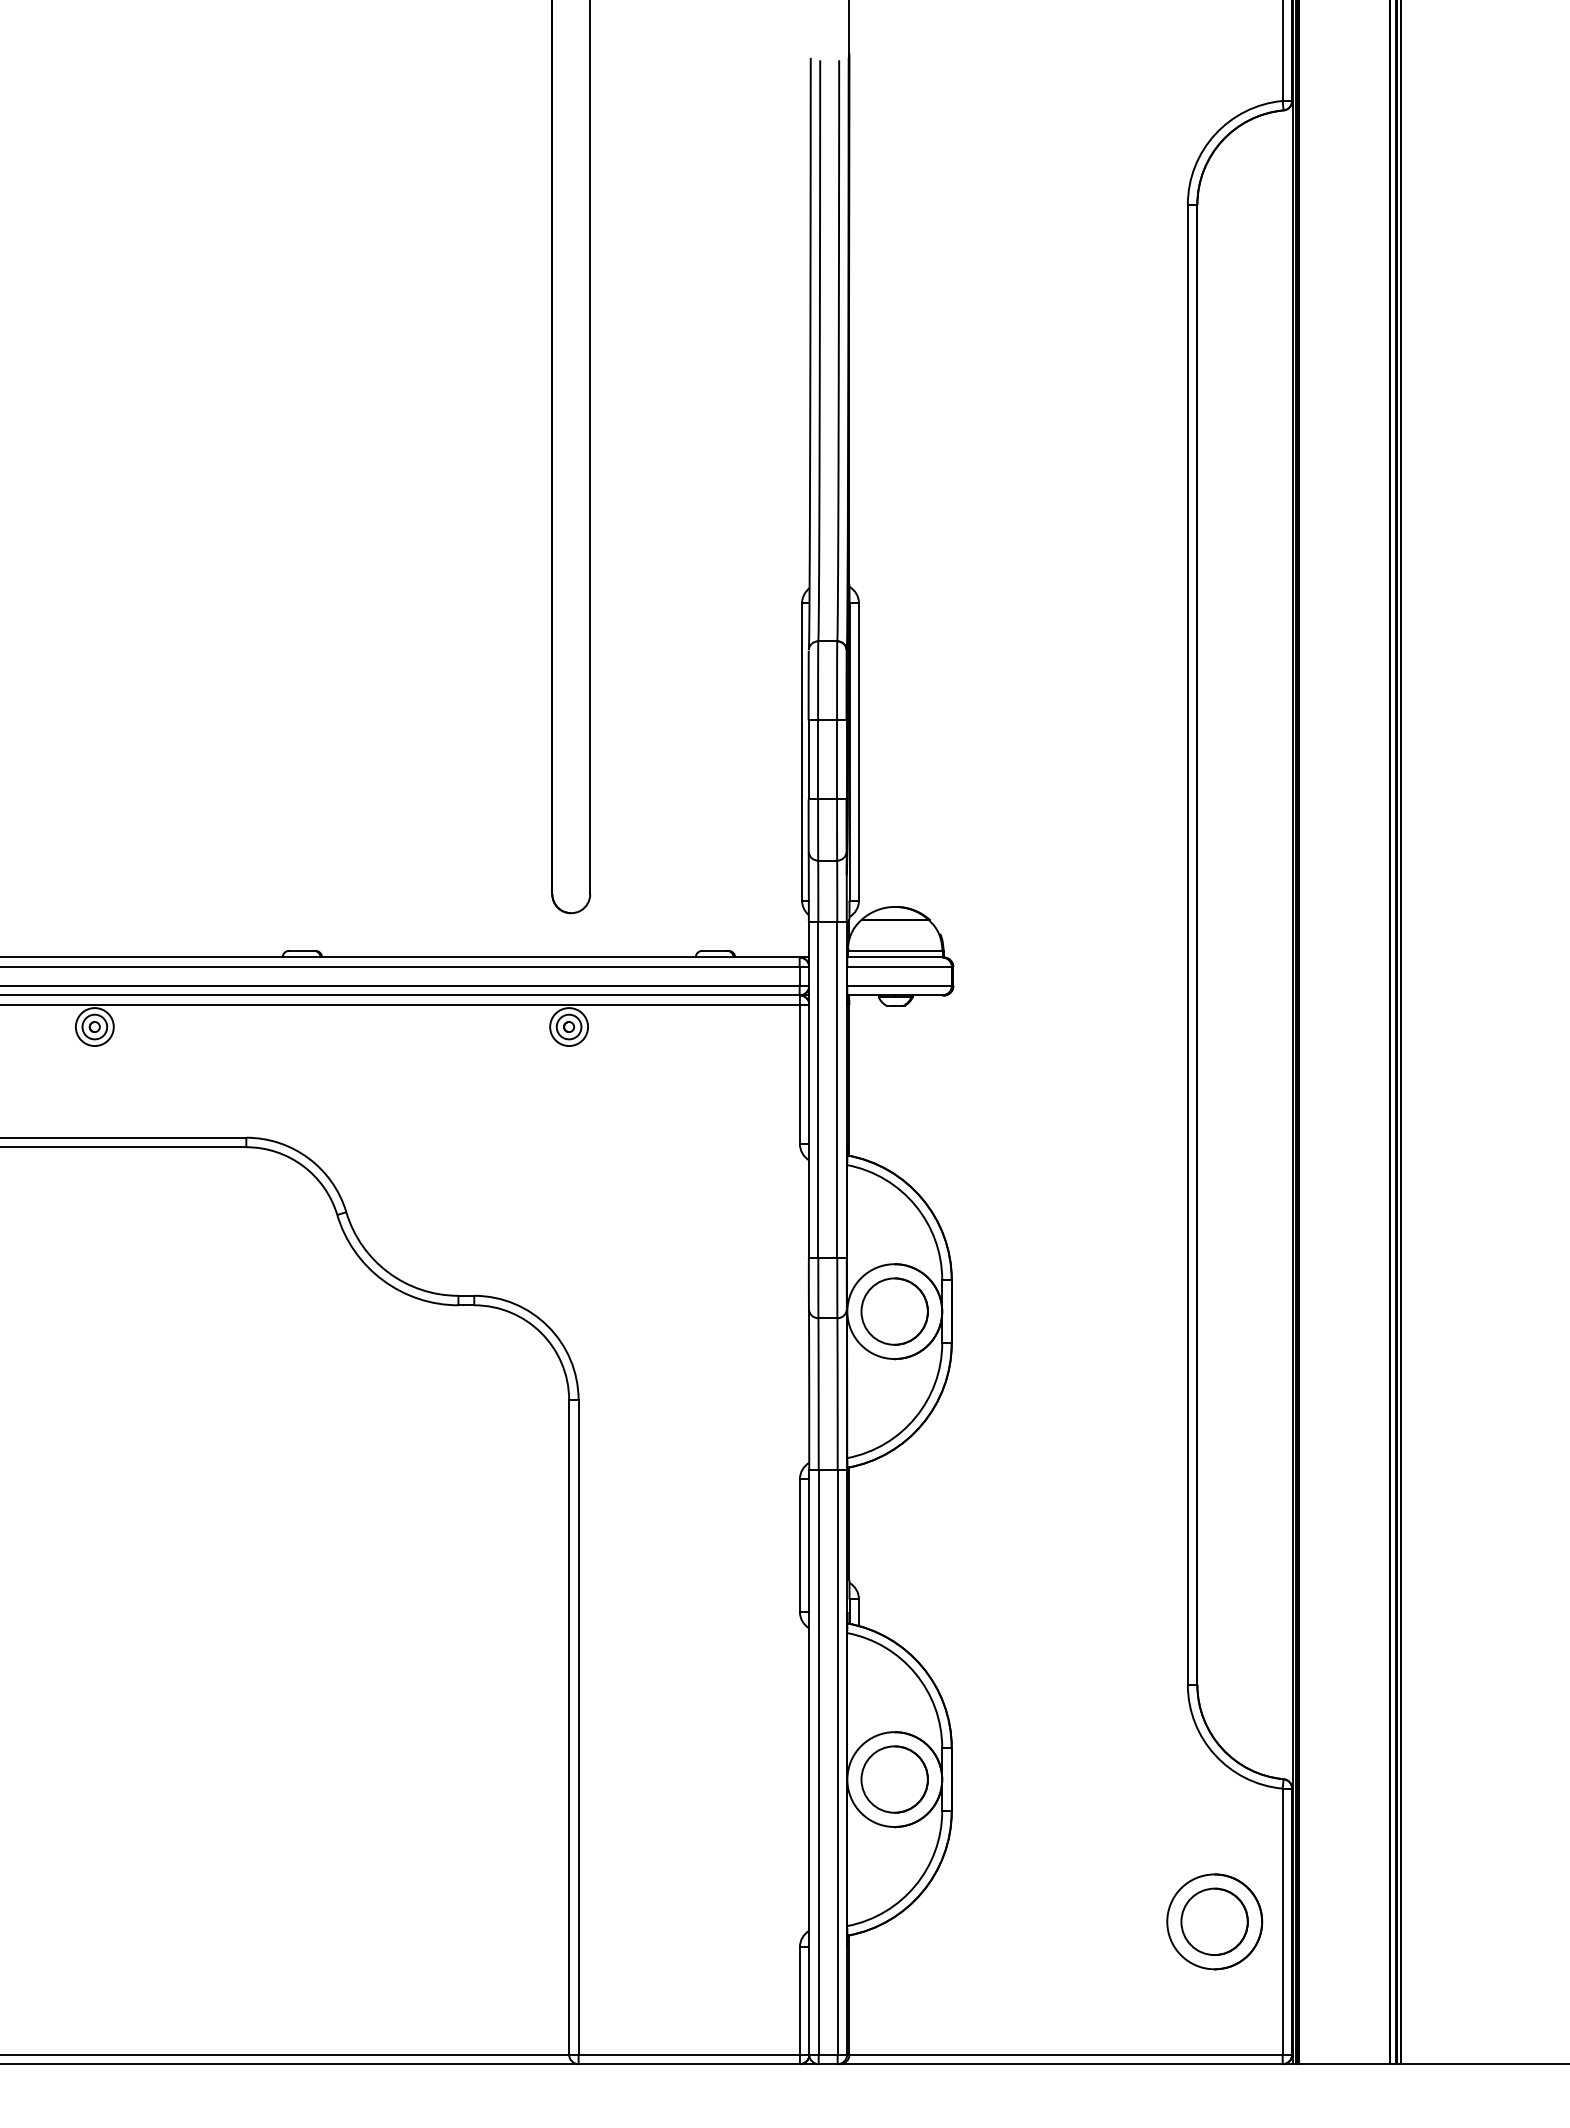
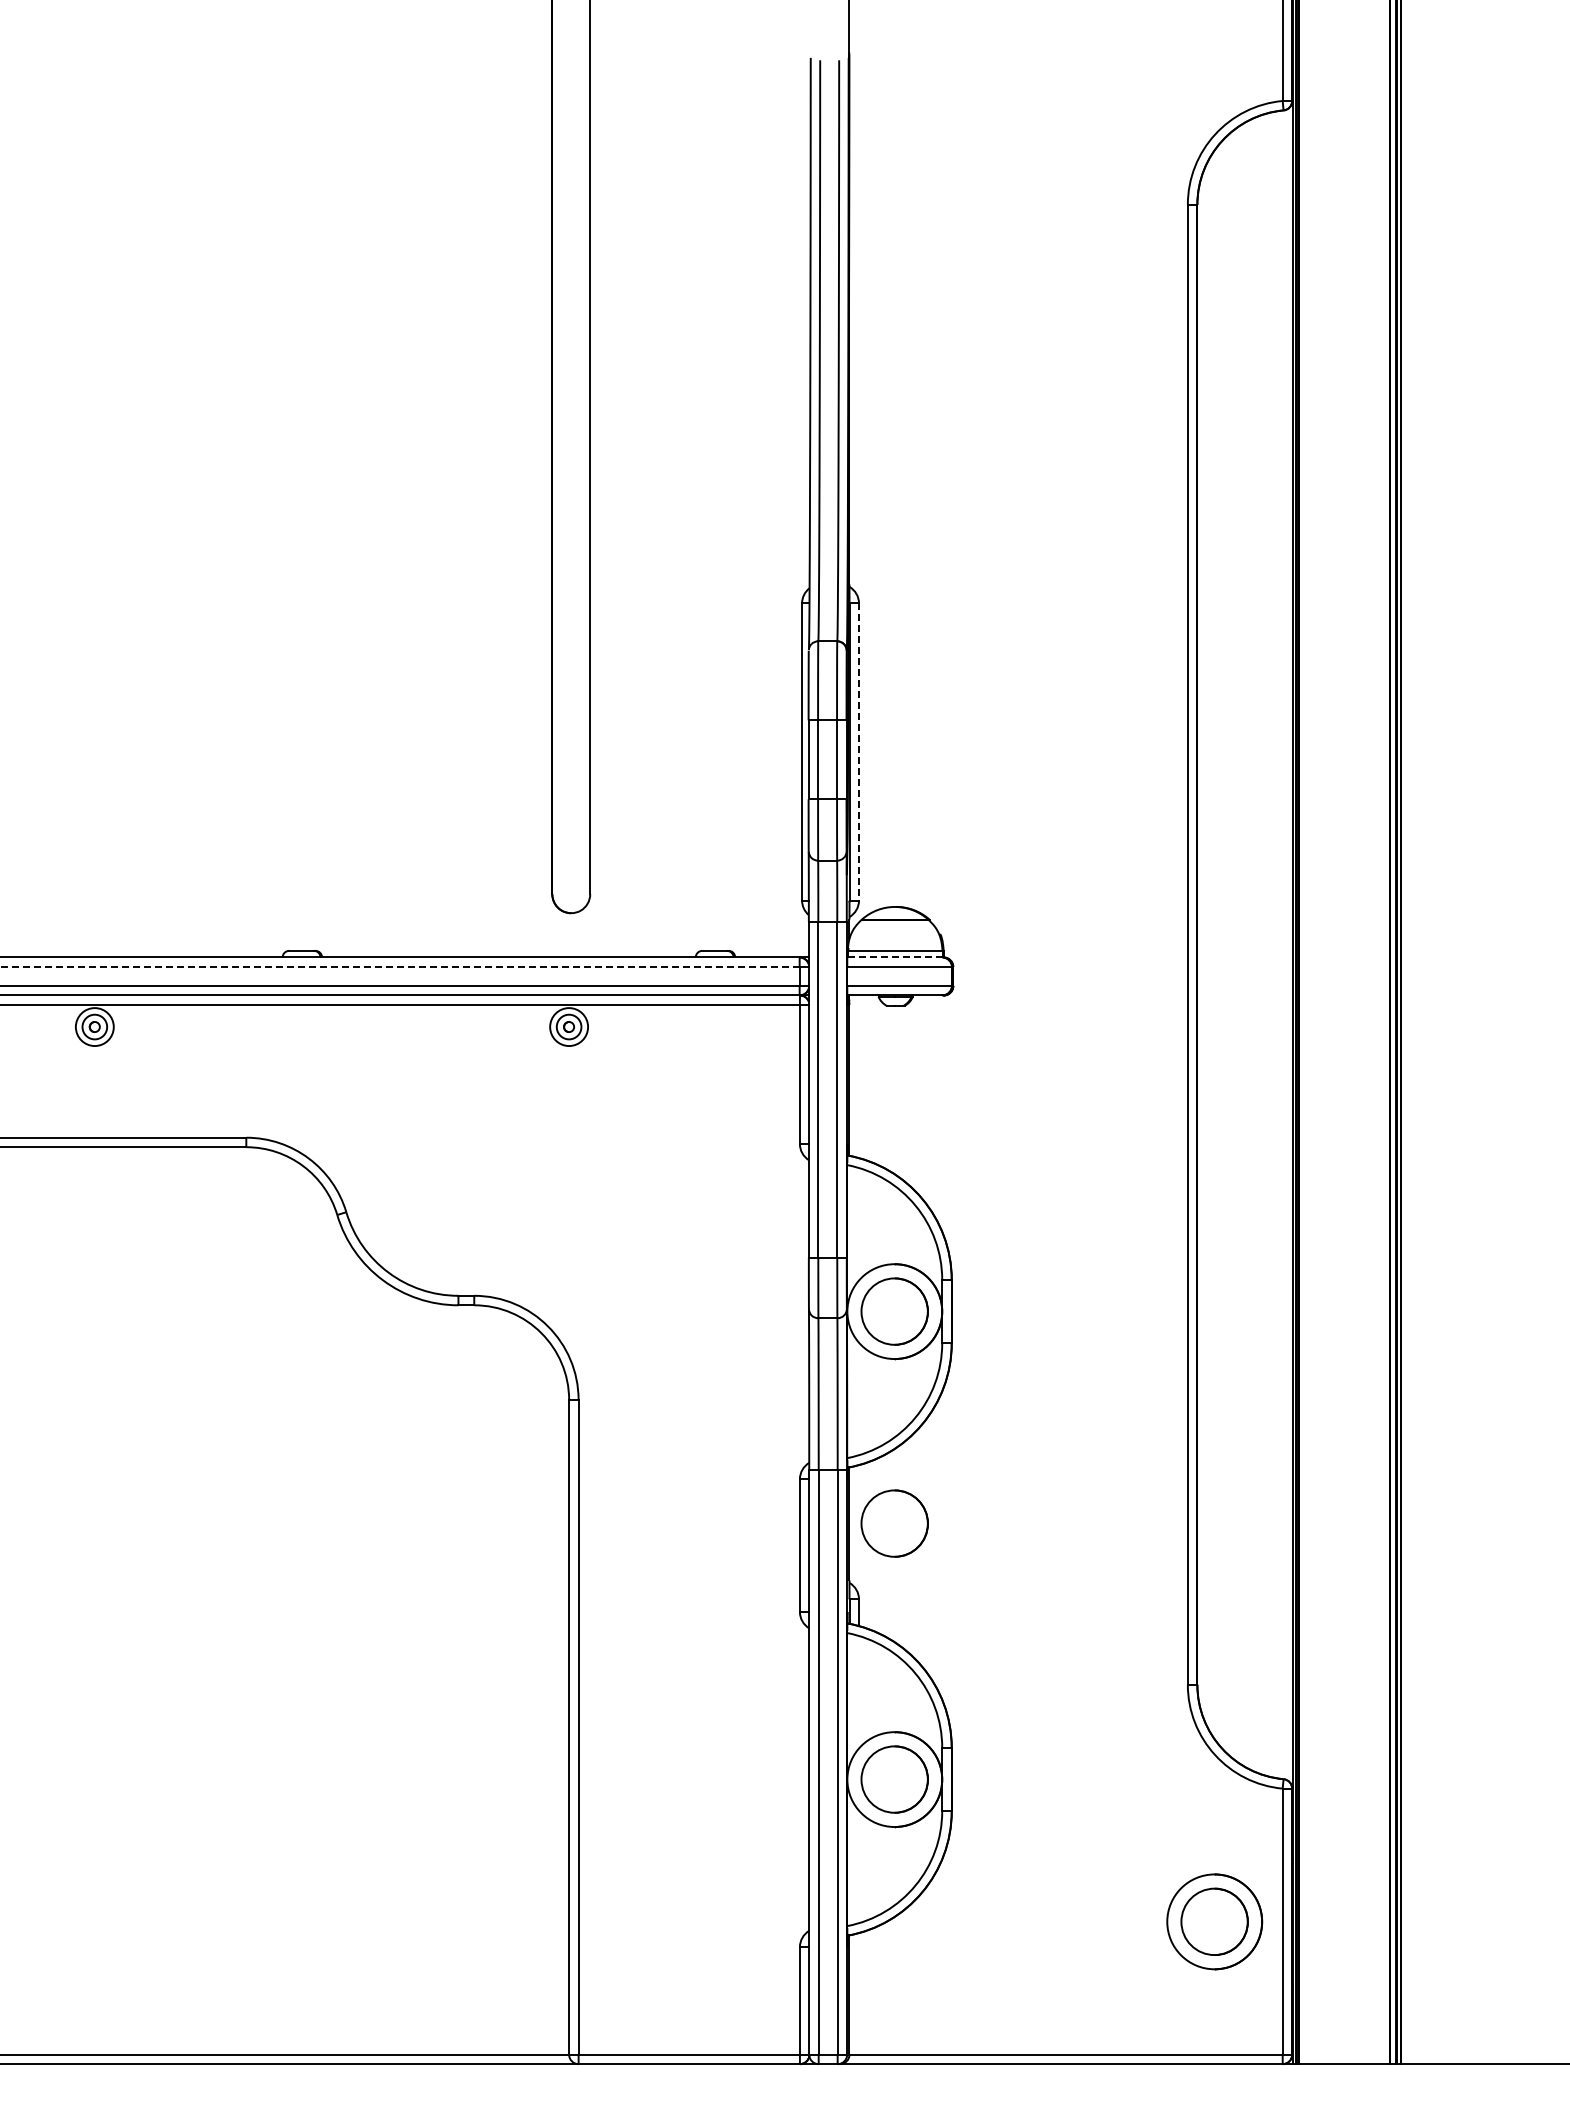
line at (859, 751): solid -> dashed
line at (895, 957): solid -> dashed
line at (399, 966): solid -> dashed
circle at (894, 1523): none -> present
